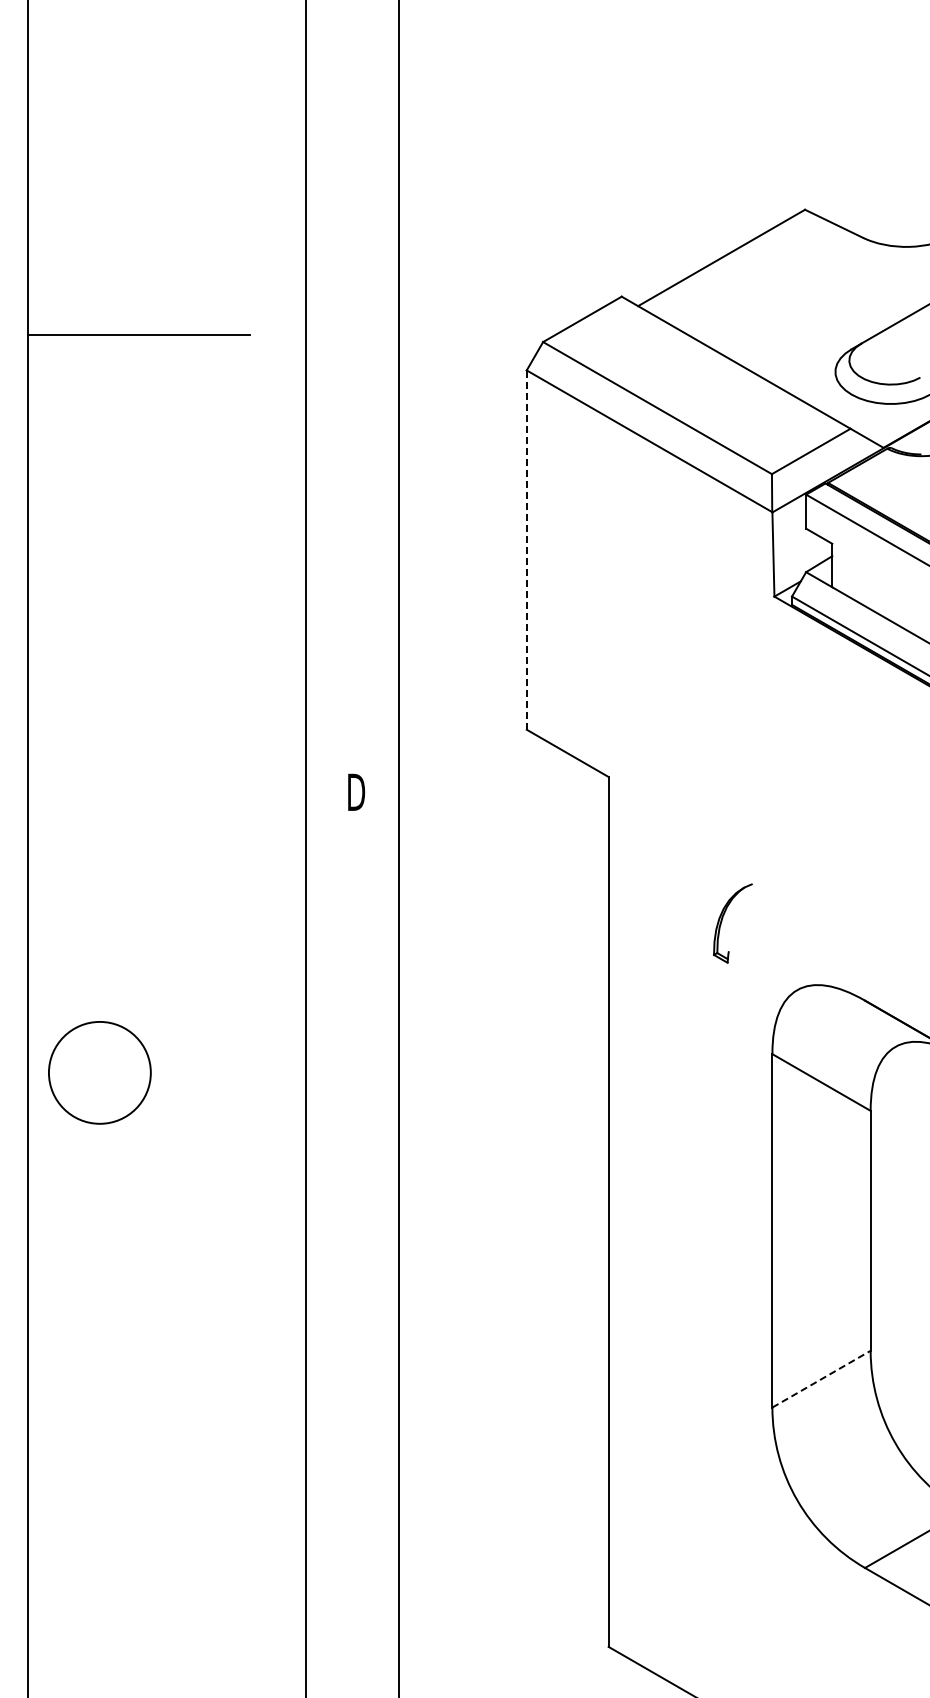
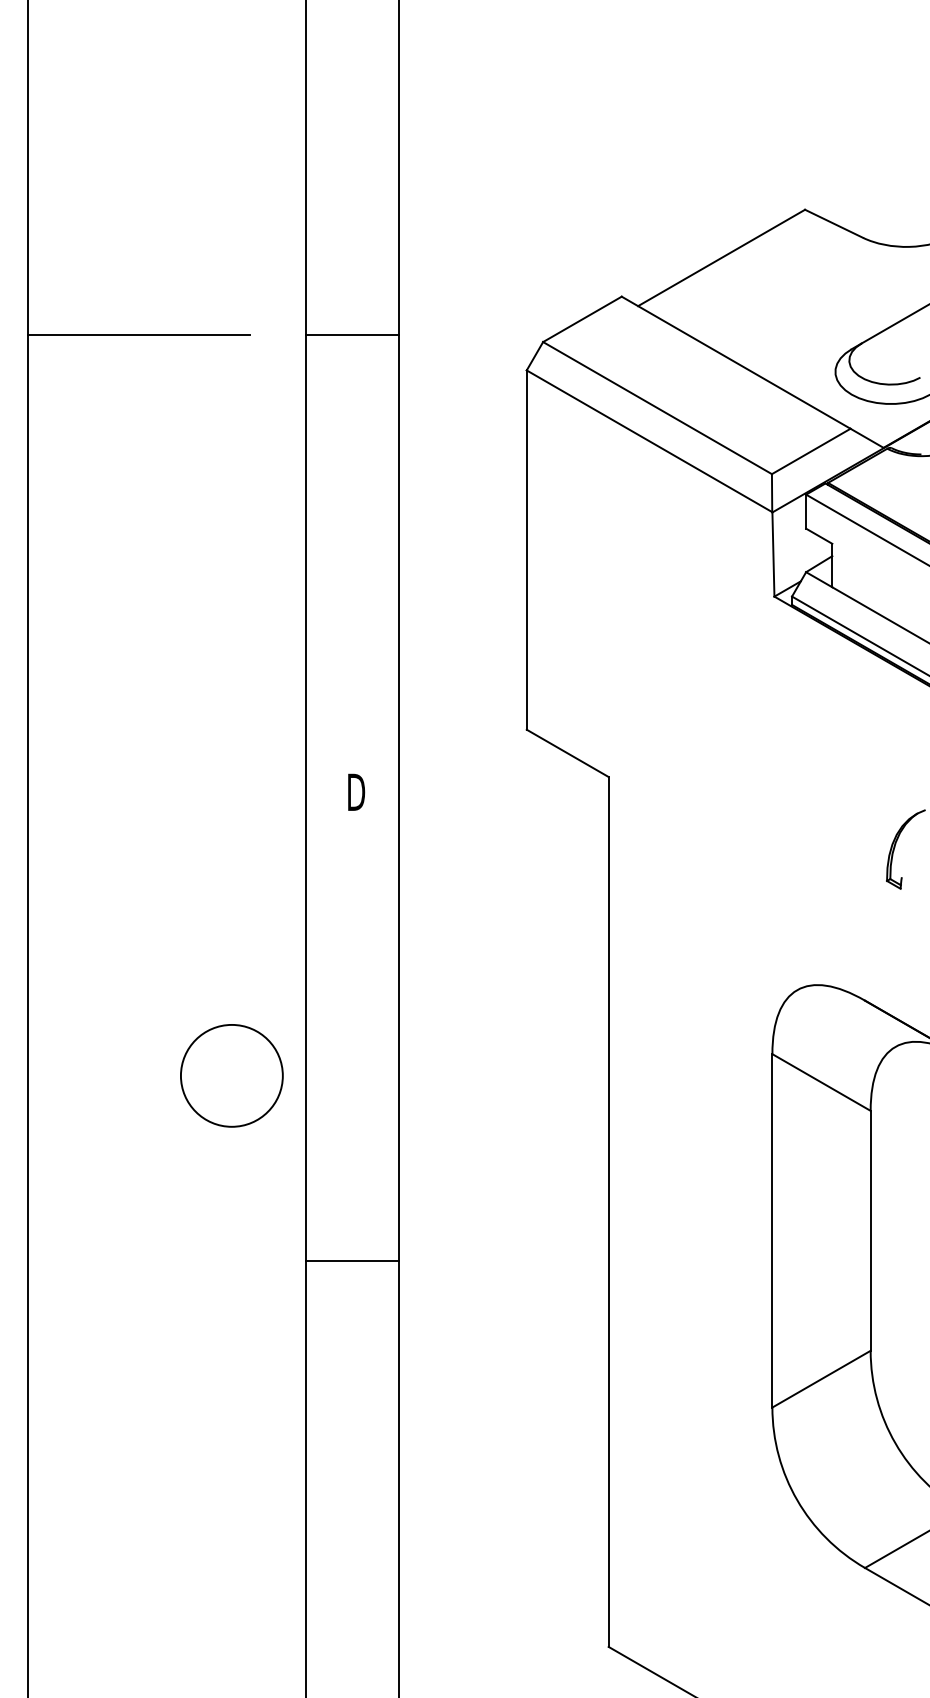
line at (352, 334): none -> present
line at (526, 550): dashed -> solid
part at (722, 921) position: (722, 921) -> (895, 847)
circle at (99, 1072) position: (99, 1072) -> (231, 1075)
line at (352, 1261): none -> present
line at (821, 1379): dashed -> solid
